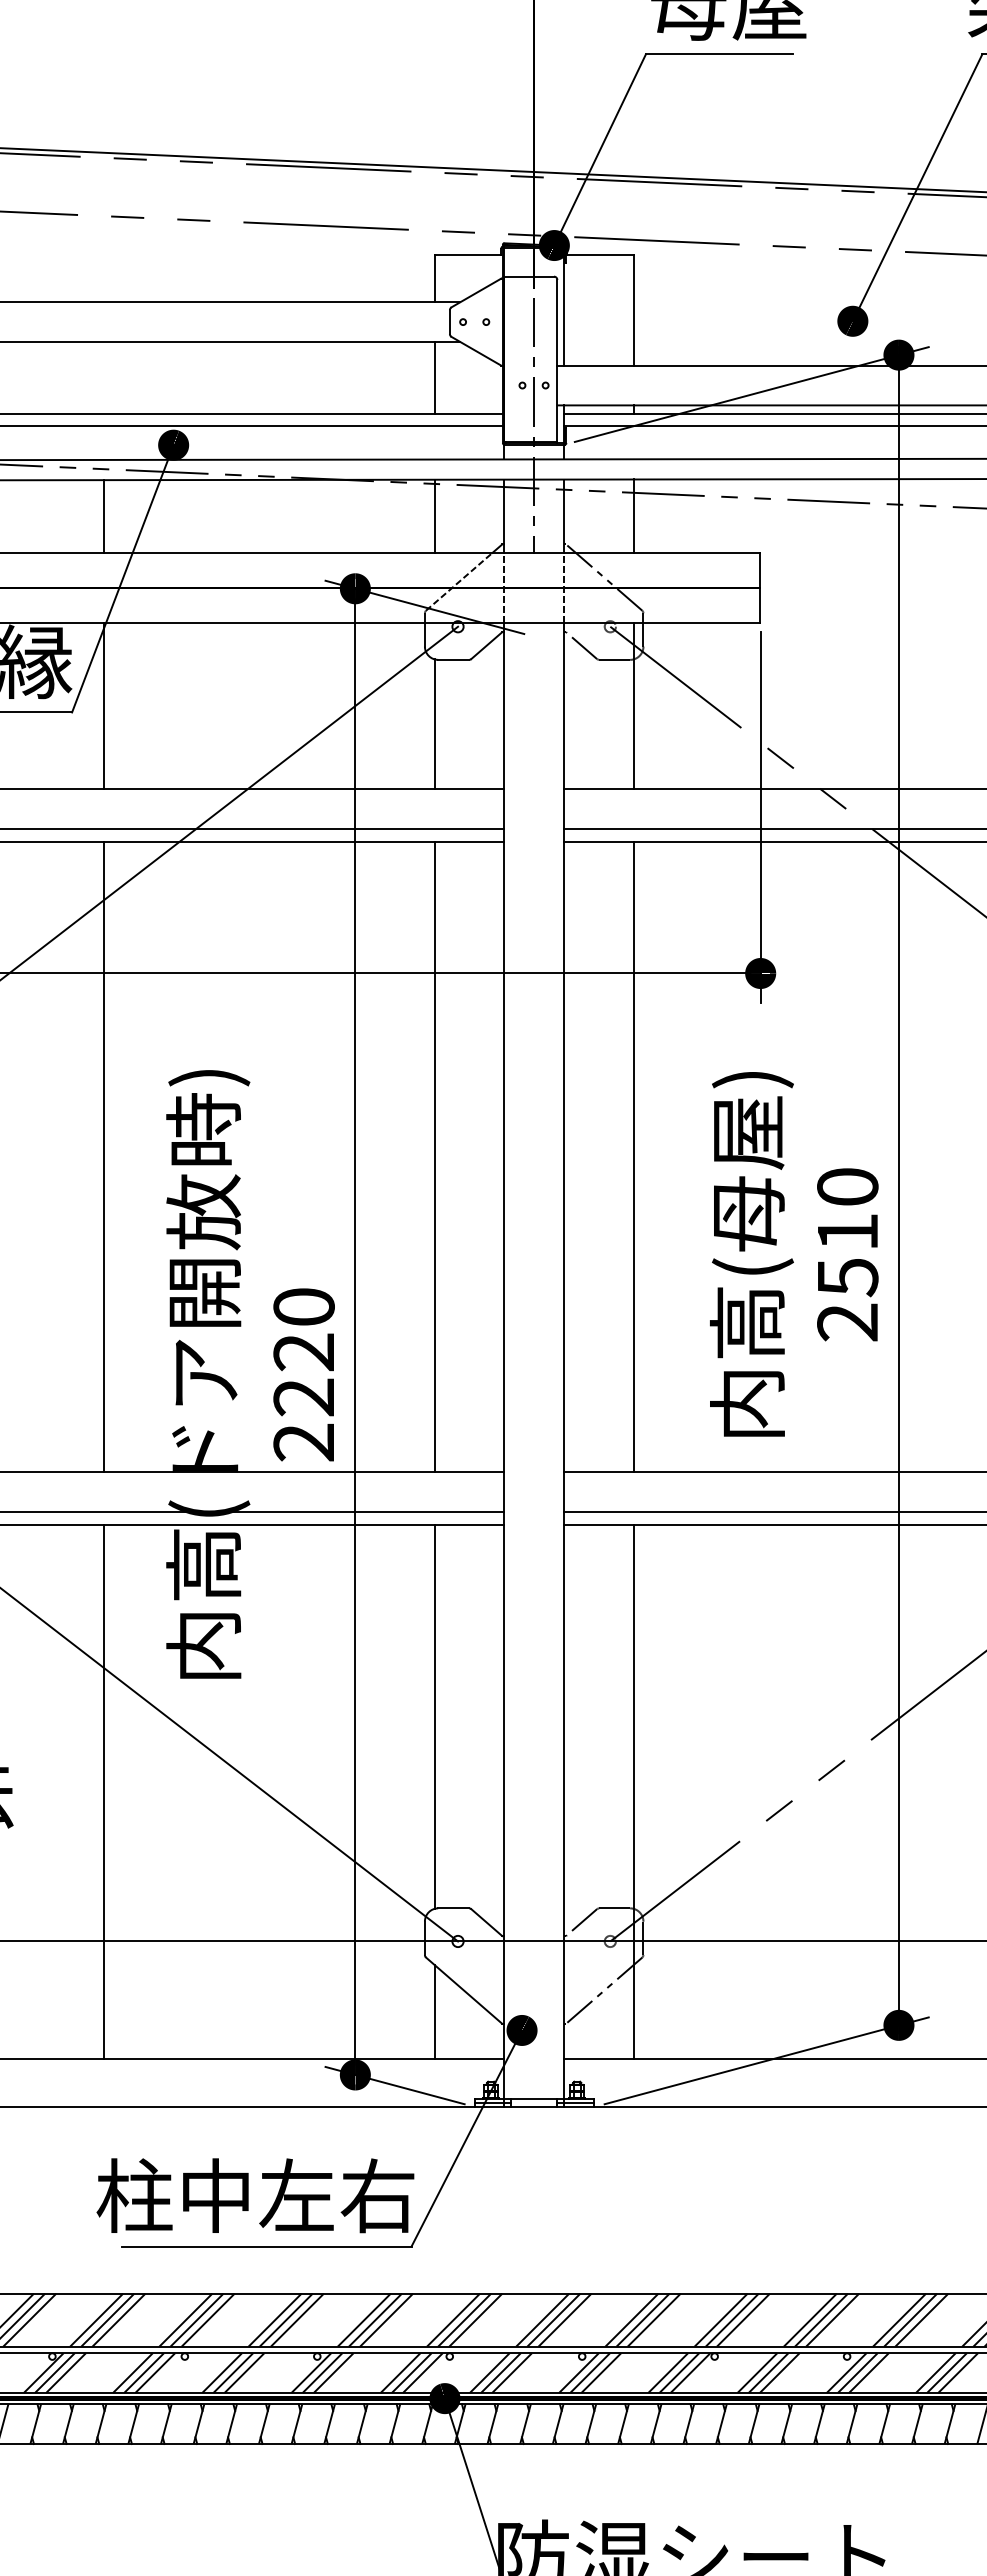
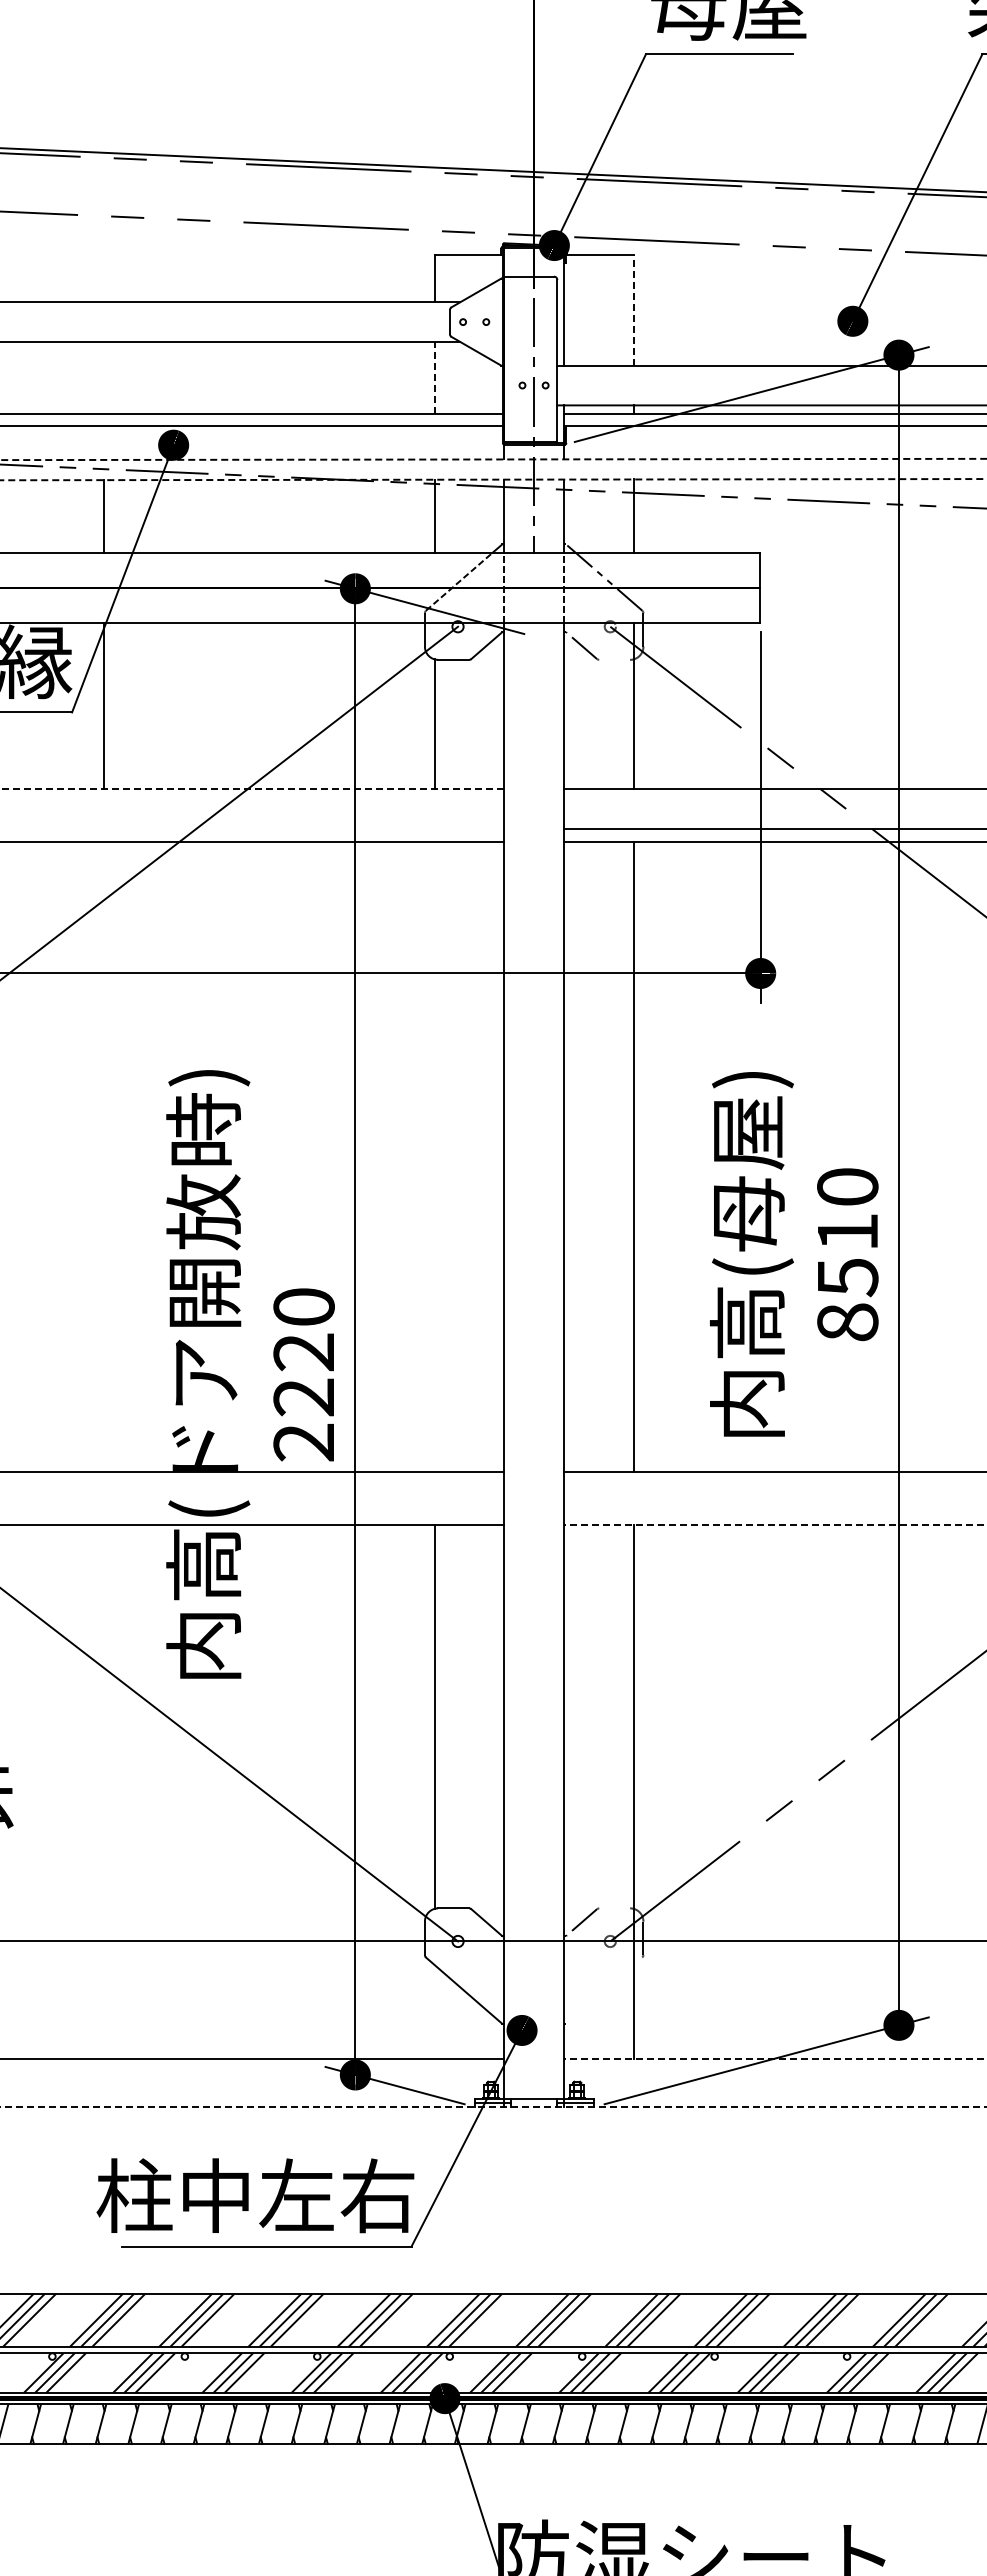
line at (633, 310): solid -> dashed
line at (434, 377): solid -> dashed
line at (493, 459): solid -> dashed
line at (493, 479): solid -> dashed
line at (614, 659): present -> none
line at (252, 789): solid -> dashed
line at (253, 828): present -> none
line at (103, 1156): present -> none
line at (434, 1156): present -> none
text at (847, 1322): 2510 -> 8510
line at (253, 1512): present -> none
line at (773, 1512): present -> none
line at (774, 1525): solid -> dashed
line at (103, 1792): present -> none
line at (614, 1908): present -> none
line at (604, 1990): present -> none
line at (434, 2012): present -> none
line at (774, 2059): solid -> dashed
line at (493, 2106): solid -> dashed
